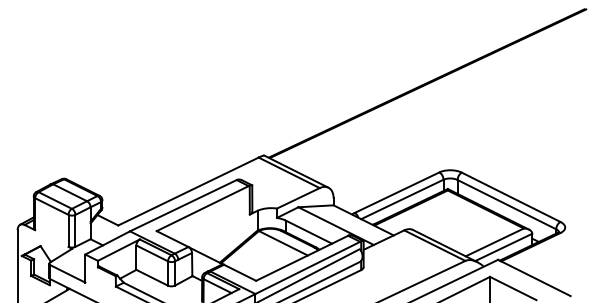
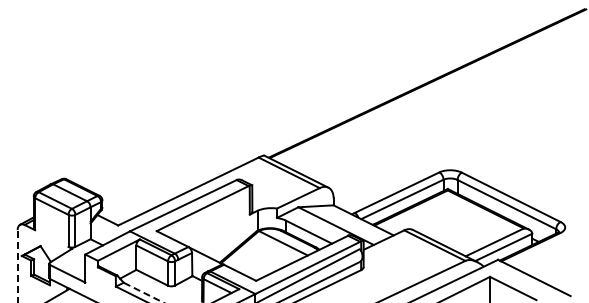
line at (17, 265): solid -> dashed
line at (143, 292): solid -> dashed
